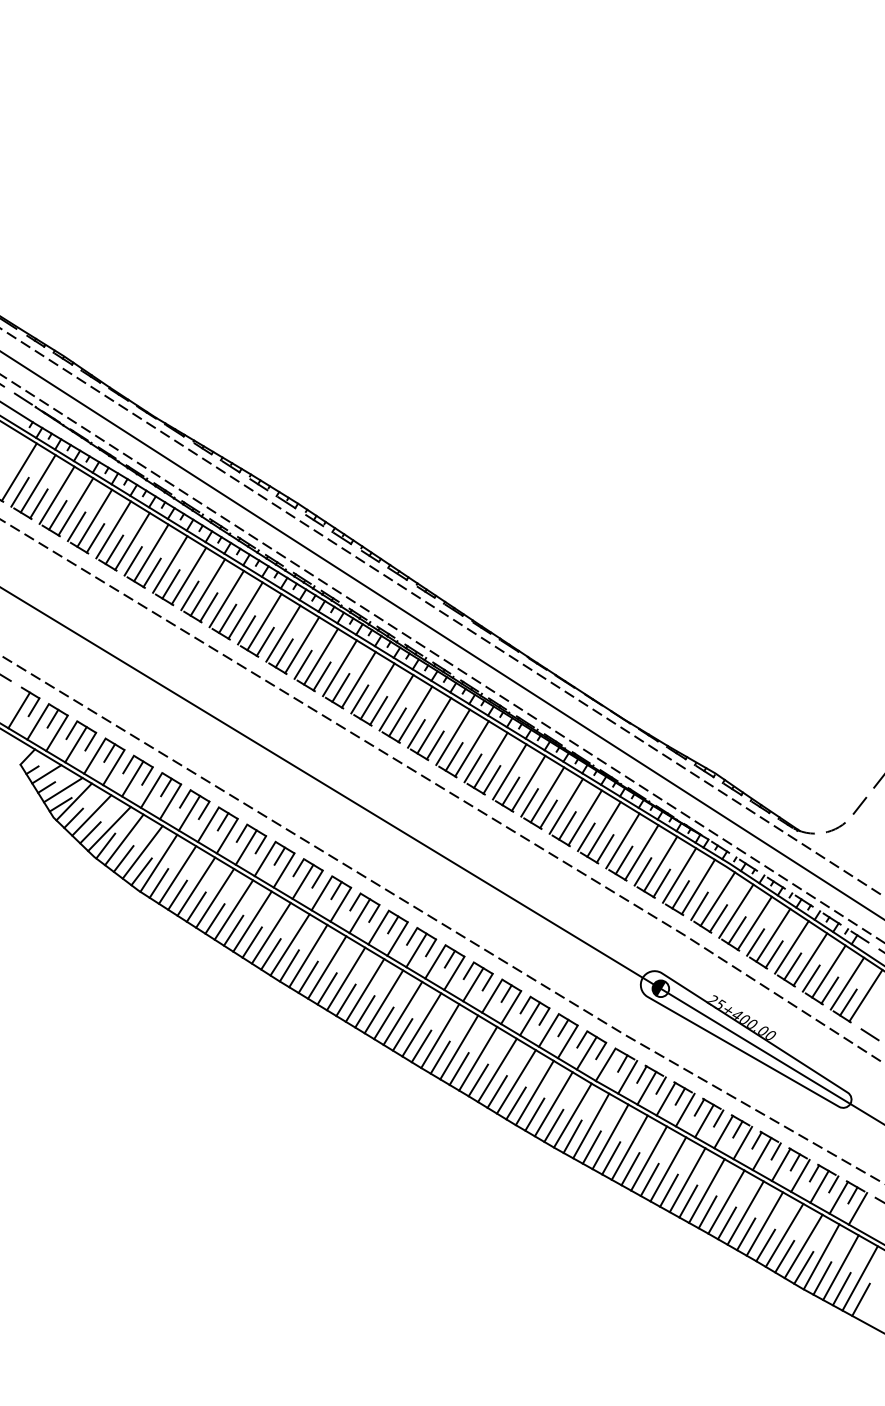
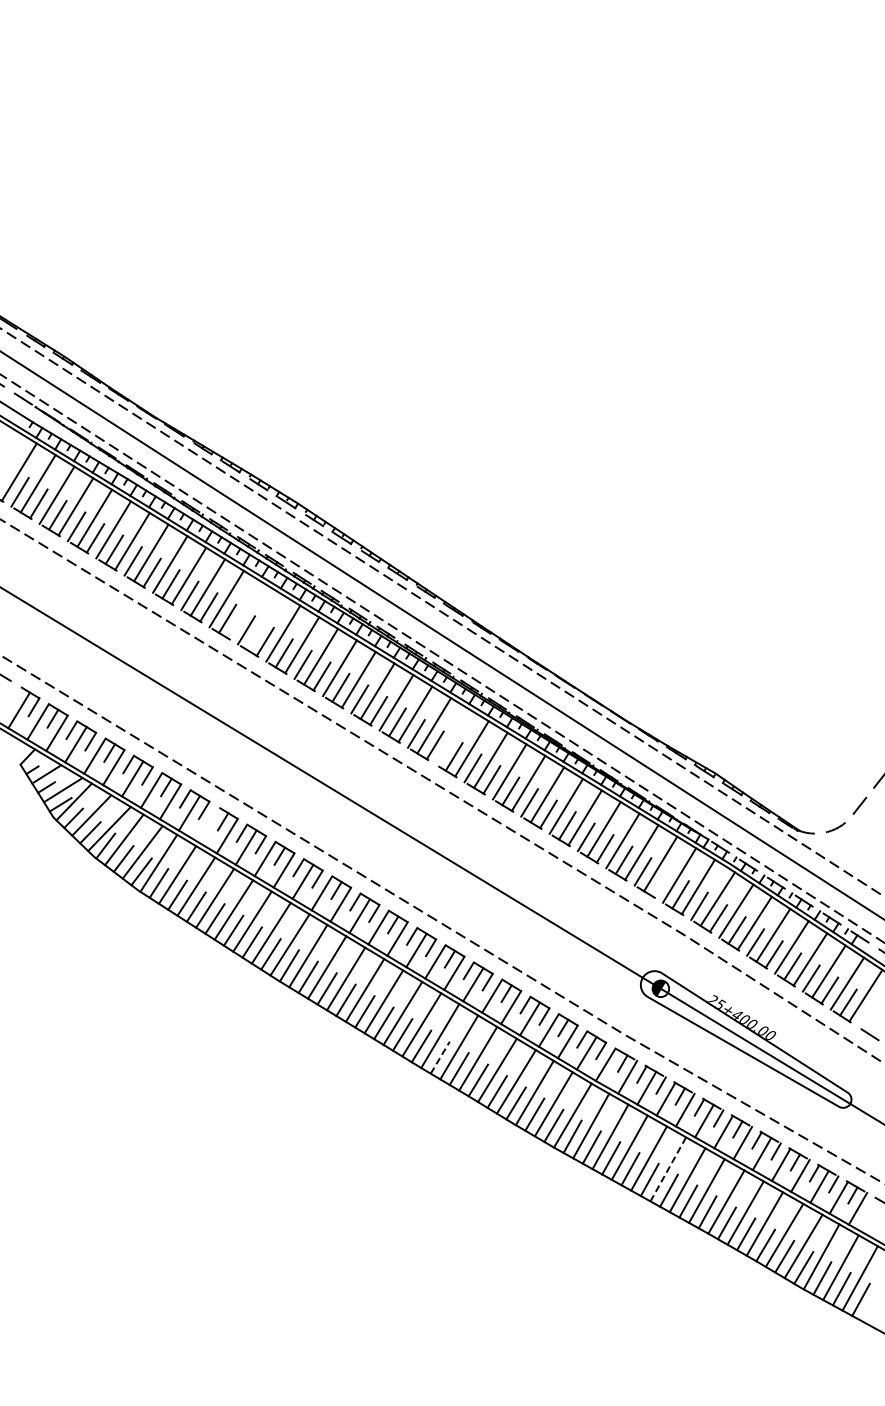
line at (245, 610): present -> none
line at (264, 622): present -> none
line at (452, 736): present -> none
line at (207, 824): present -> none
line at (661, 883): present -> none
line at (440, 1057): solid -> dashed
line at (668, 1169): solid -> dashed
